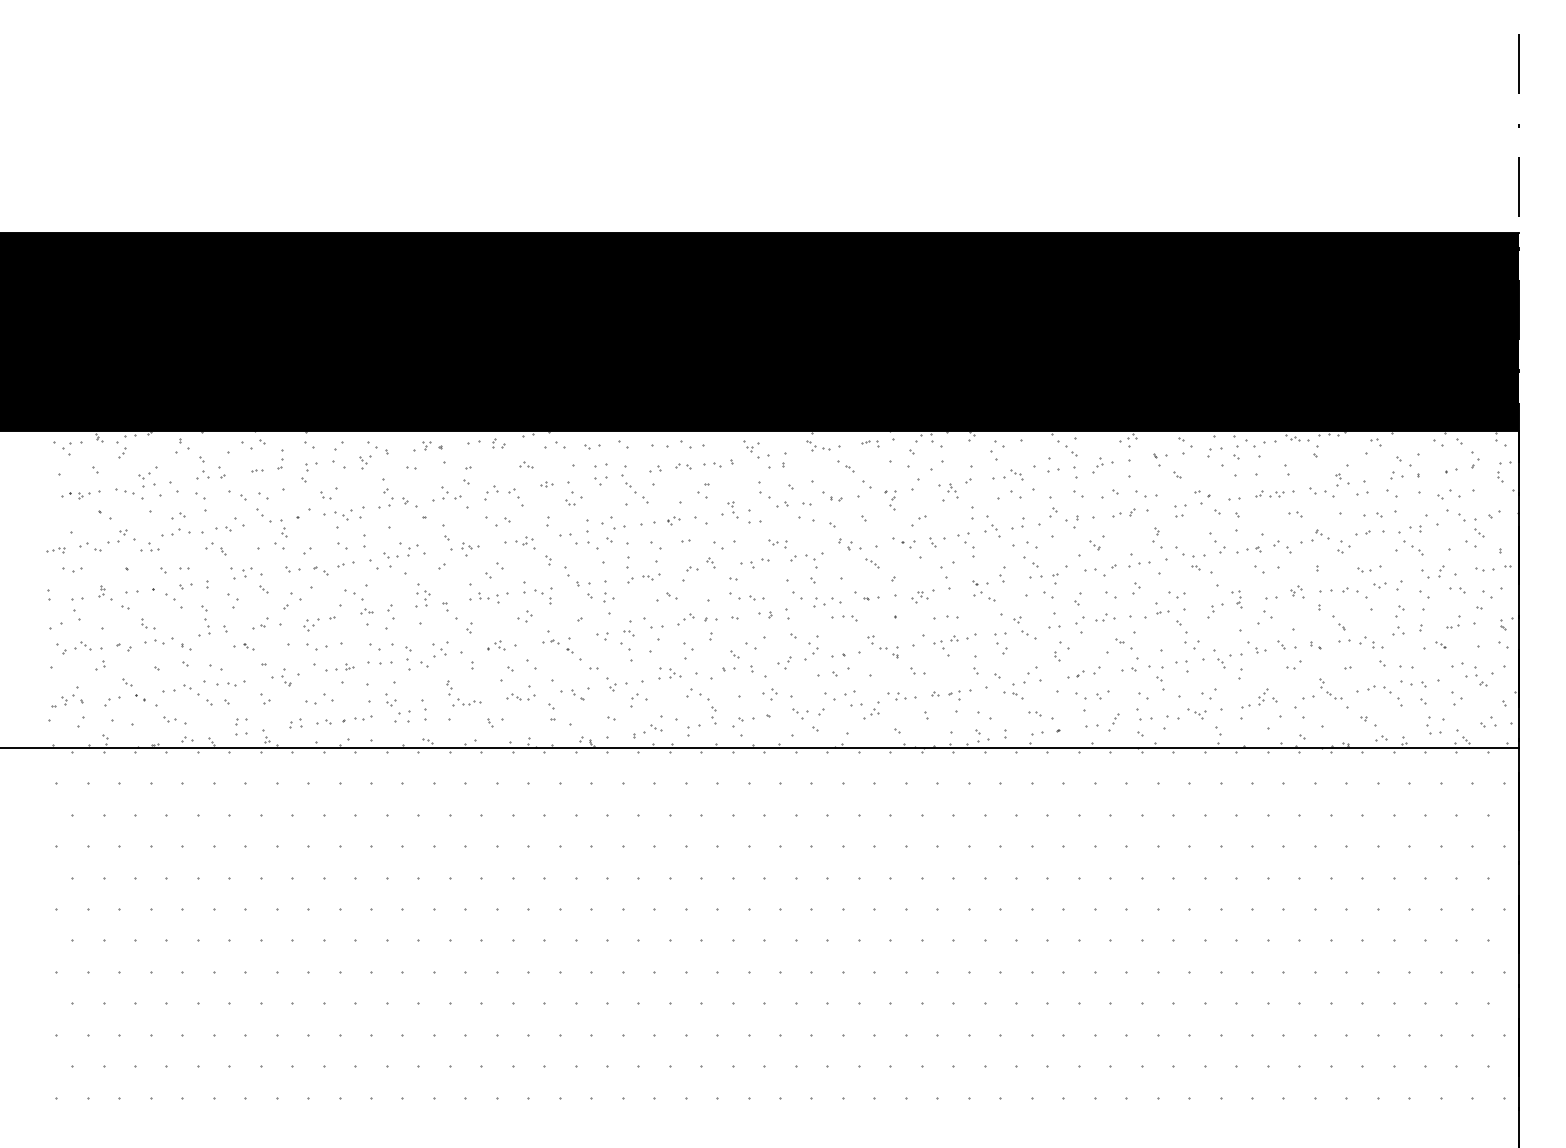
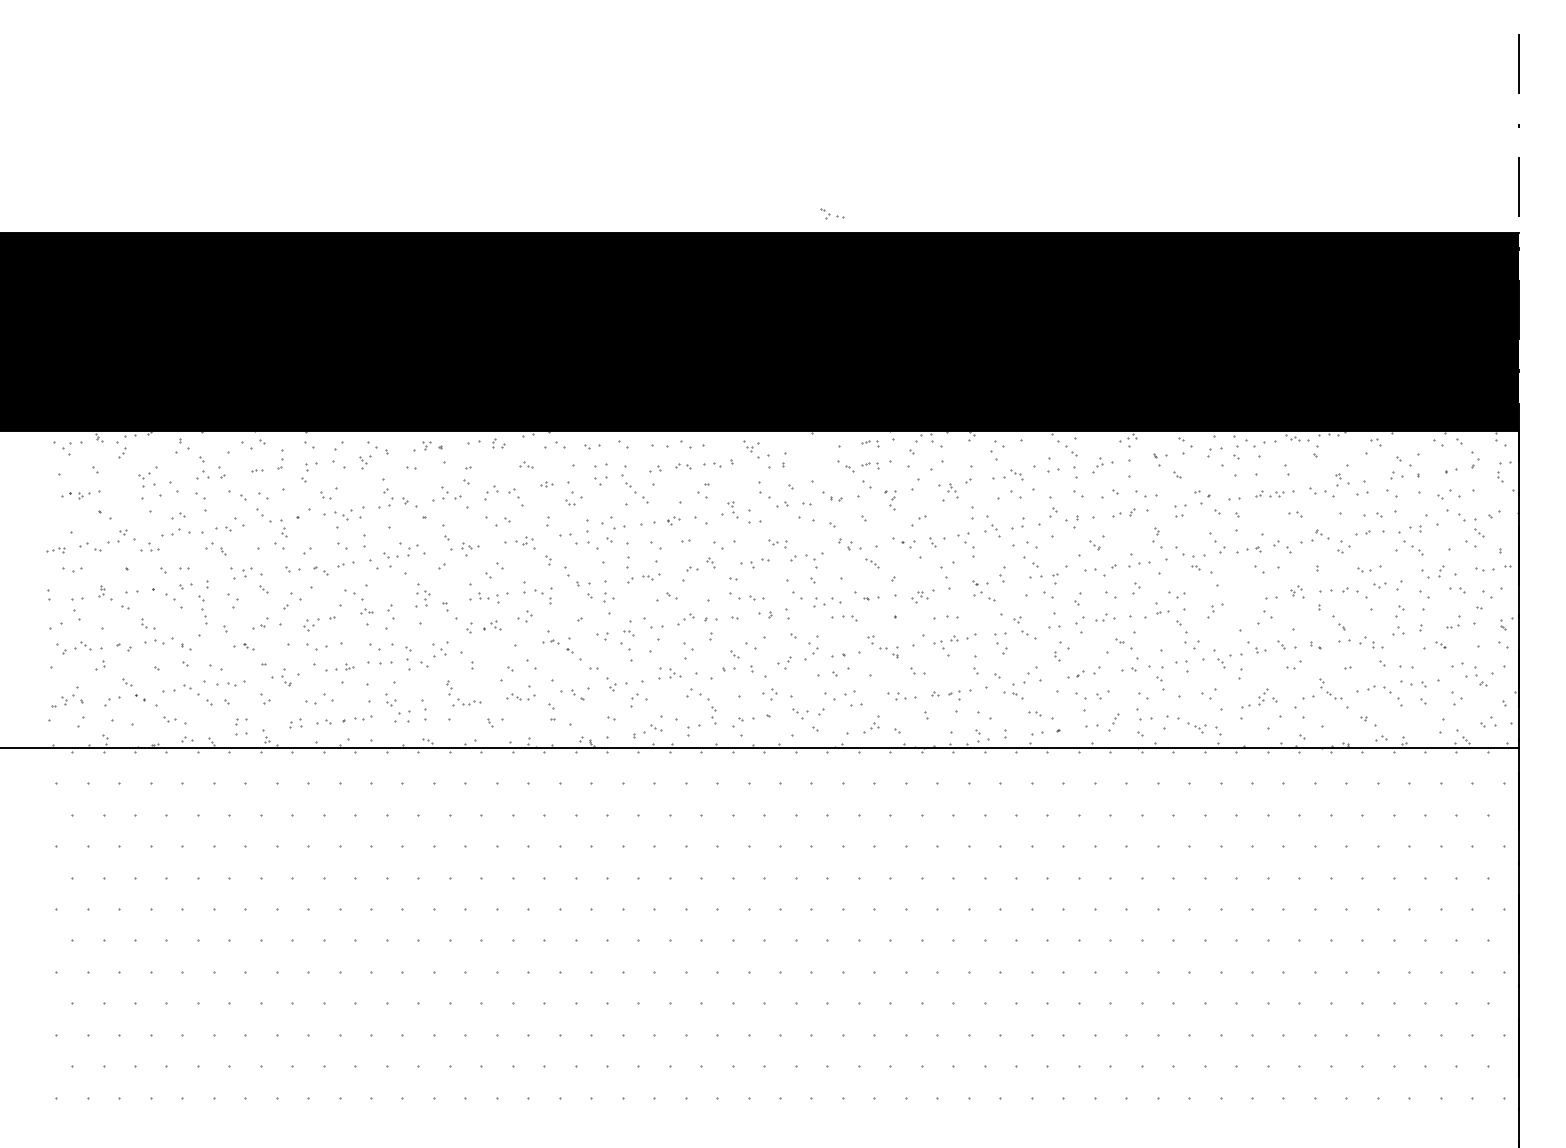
part at (818, 445) position: (818, 445) -> (832, 213)
part at (870, 465): none -> present
part at (124, 491): present -> none
part at (1236, 599): present -> none
part at (205, 619) position: (205, 619) -> (202, 609)
part at (496, 645) position: (496, 645) -> (492, 625)
part at (871, 710) position: (871, 710) -> (871, 724)
part at (1196, 713) position: (1196, 713) -> (1196, 727)
part at (1428, 725): present -> none
